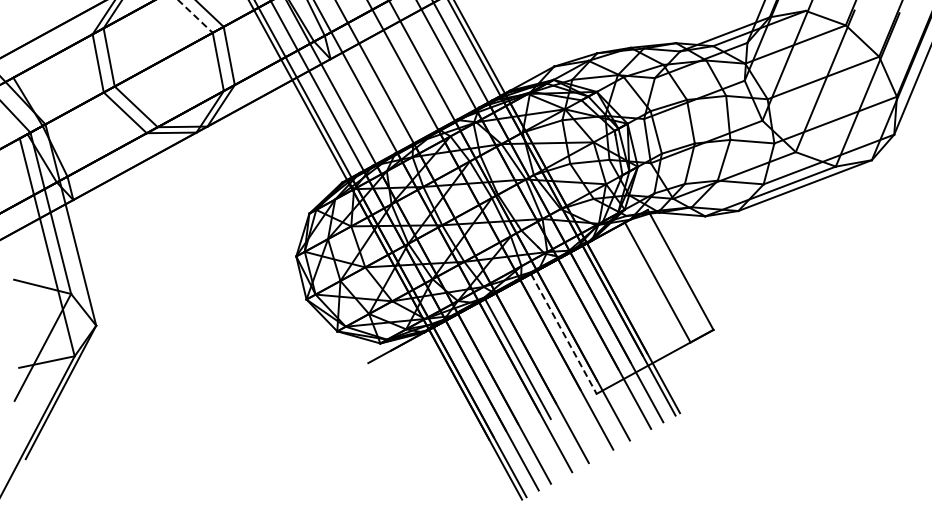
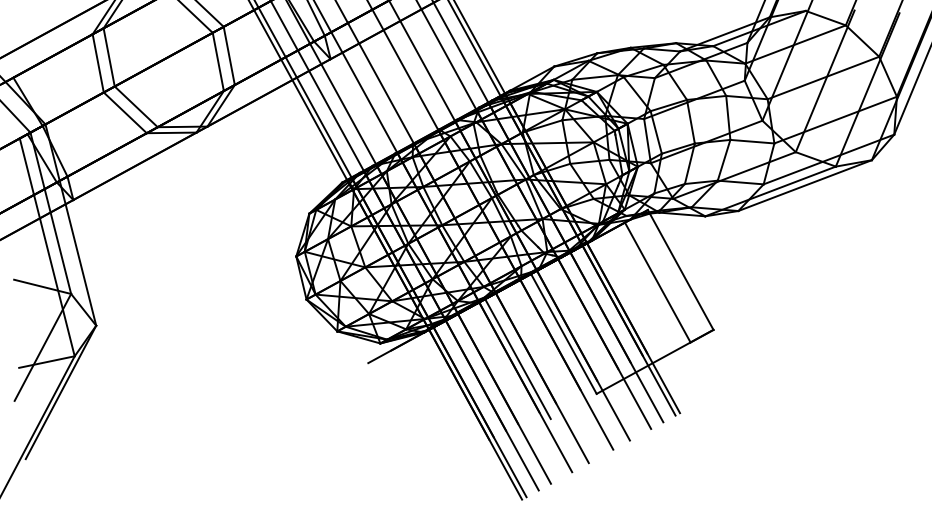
line at (195, 16): dashed -> solid
line at (564, 334): dashed -> solid
